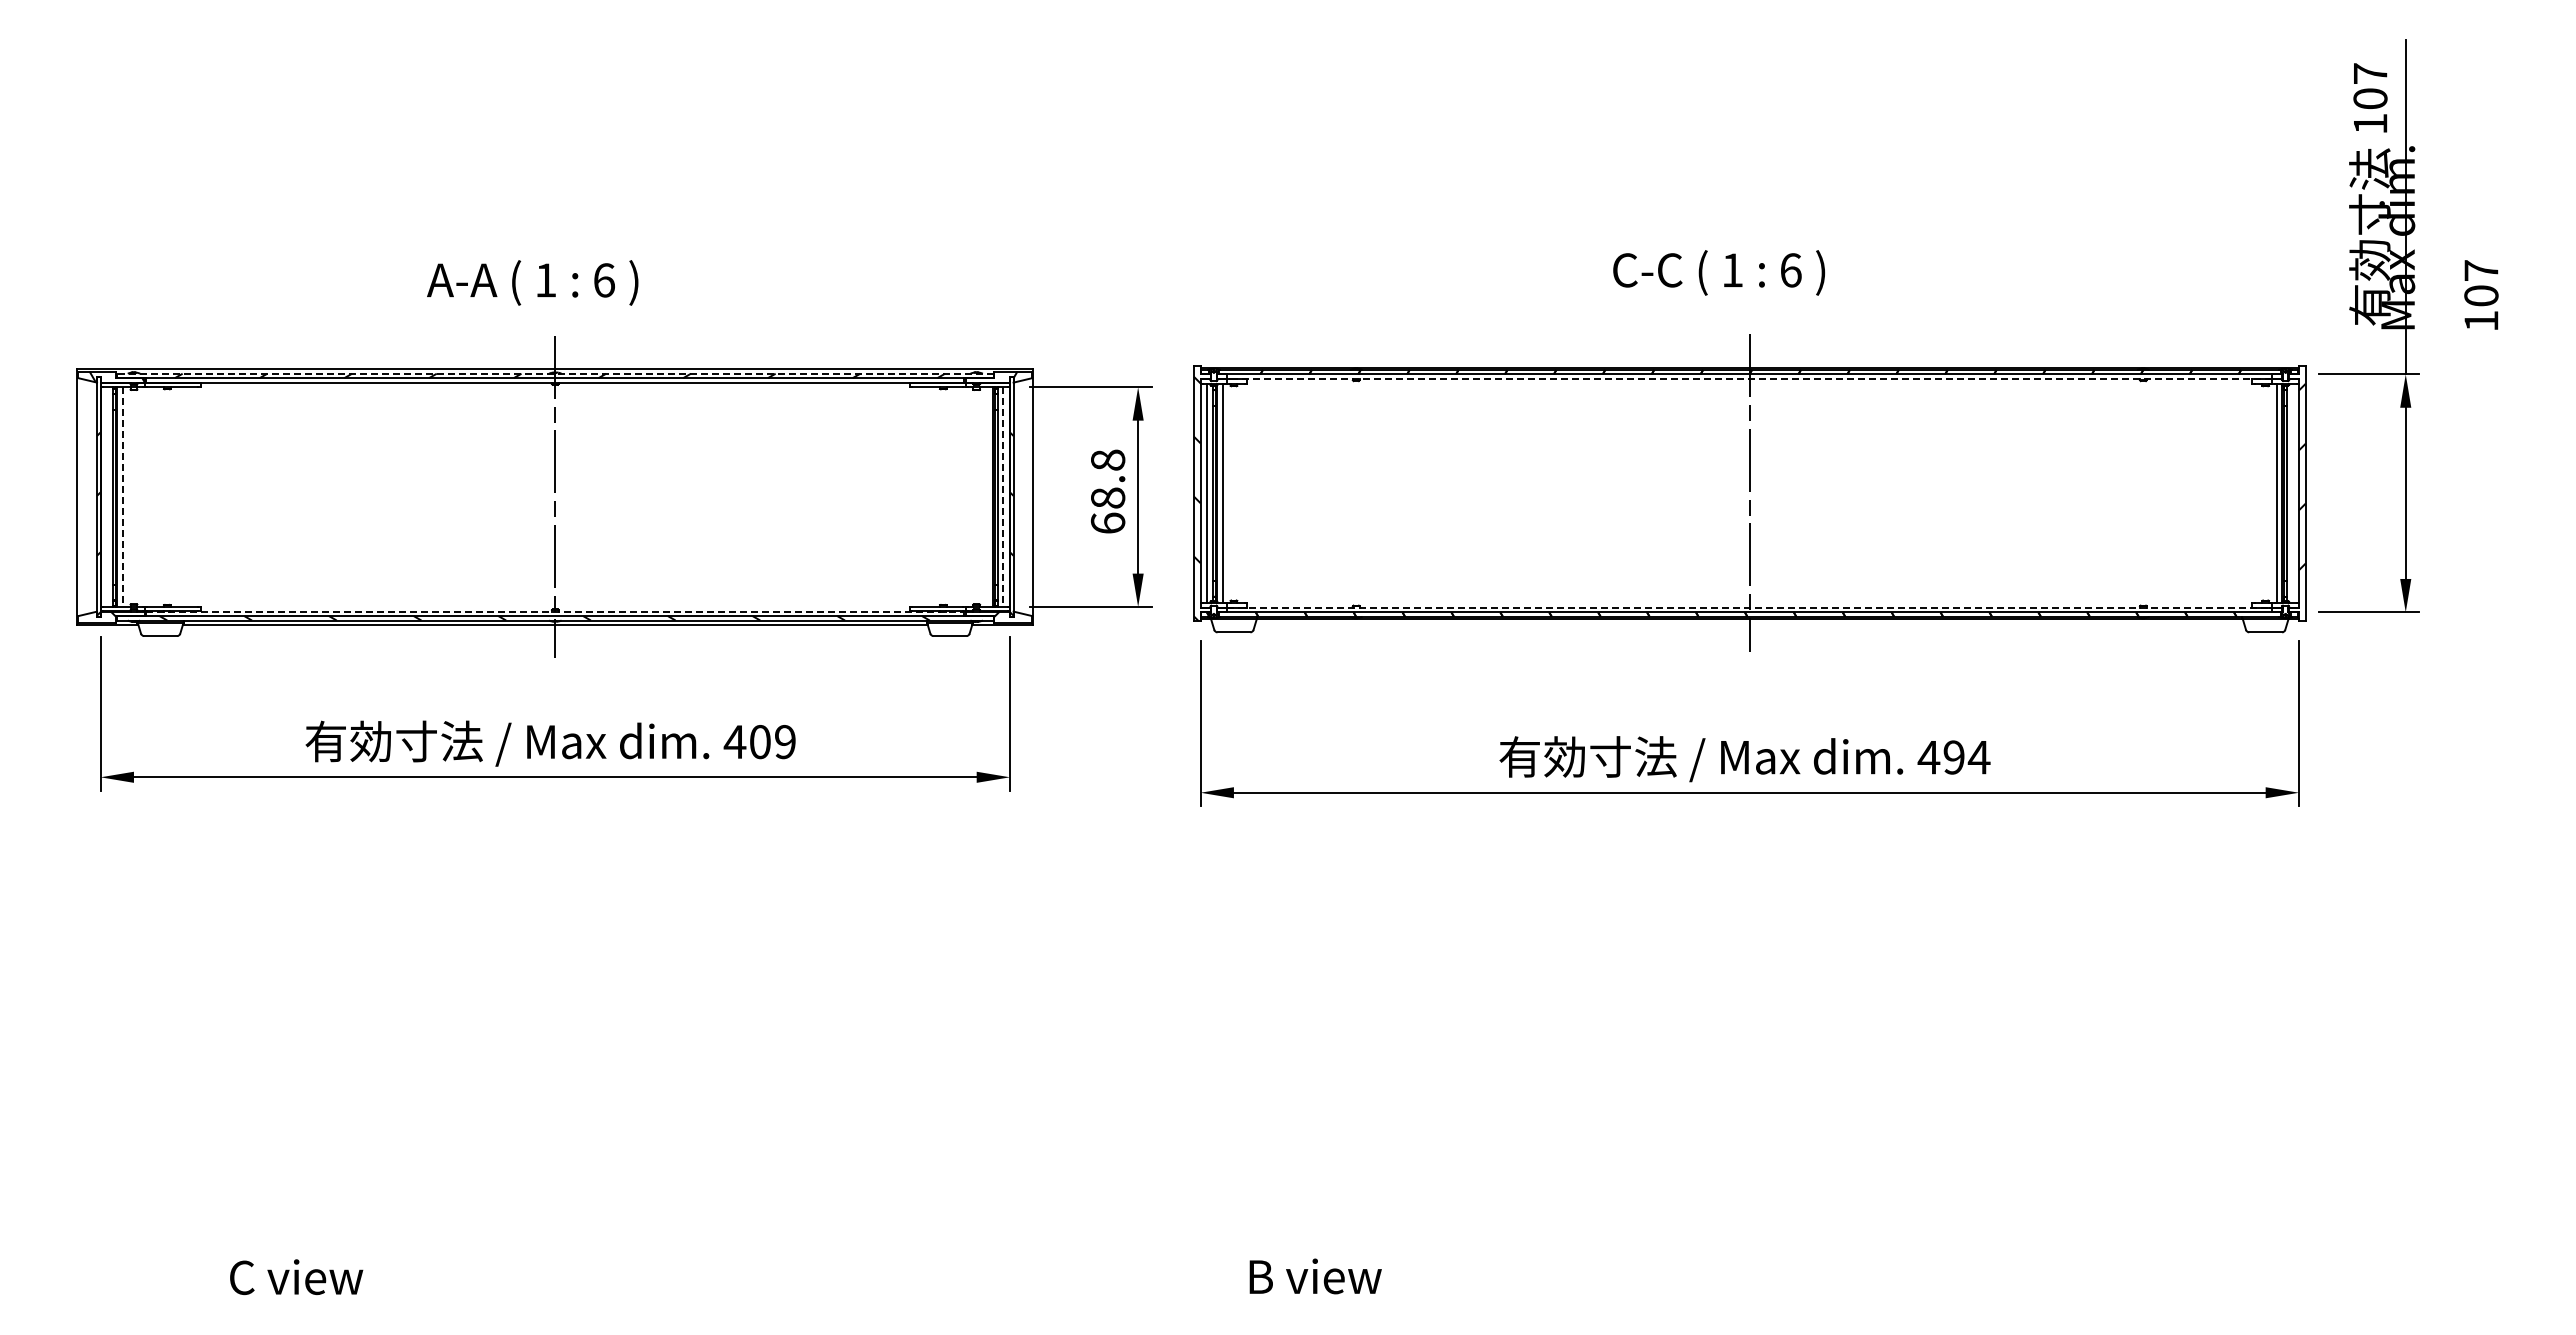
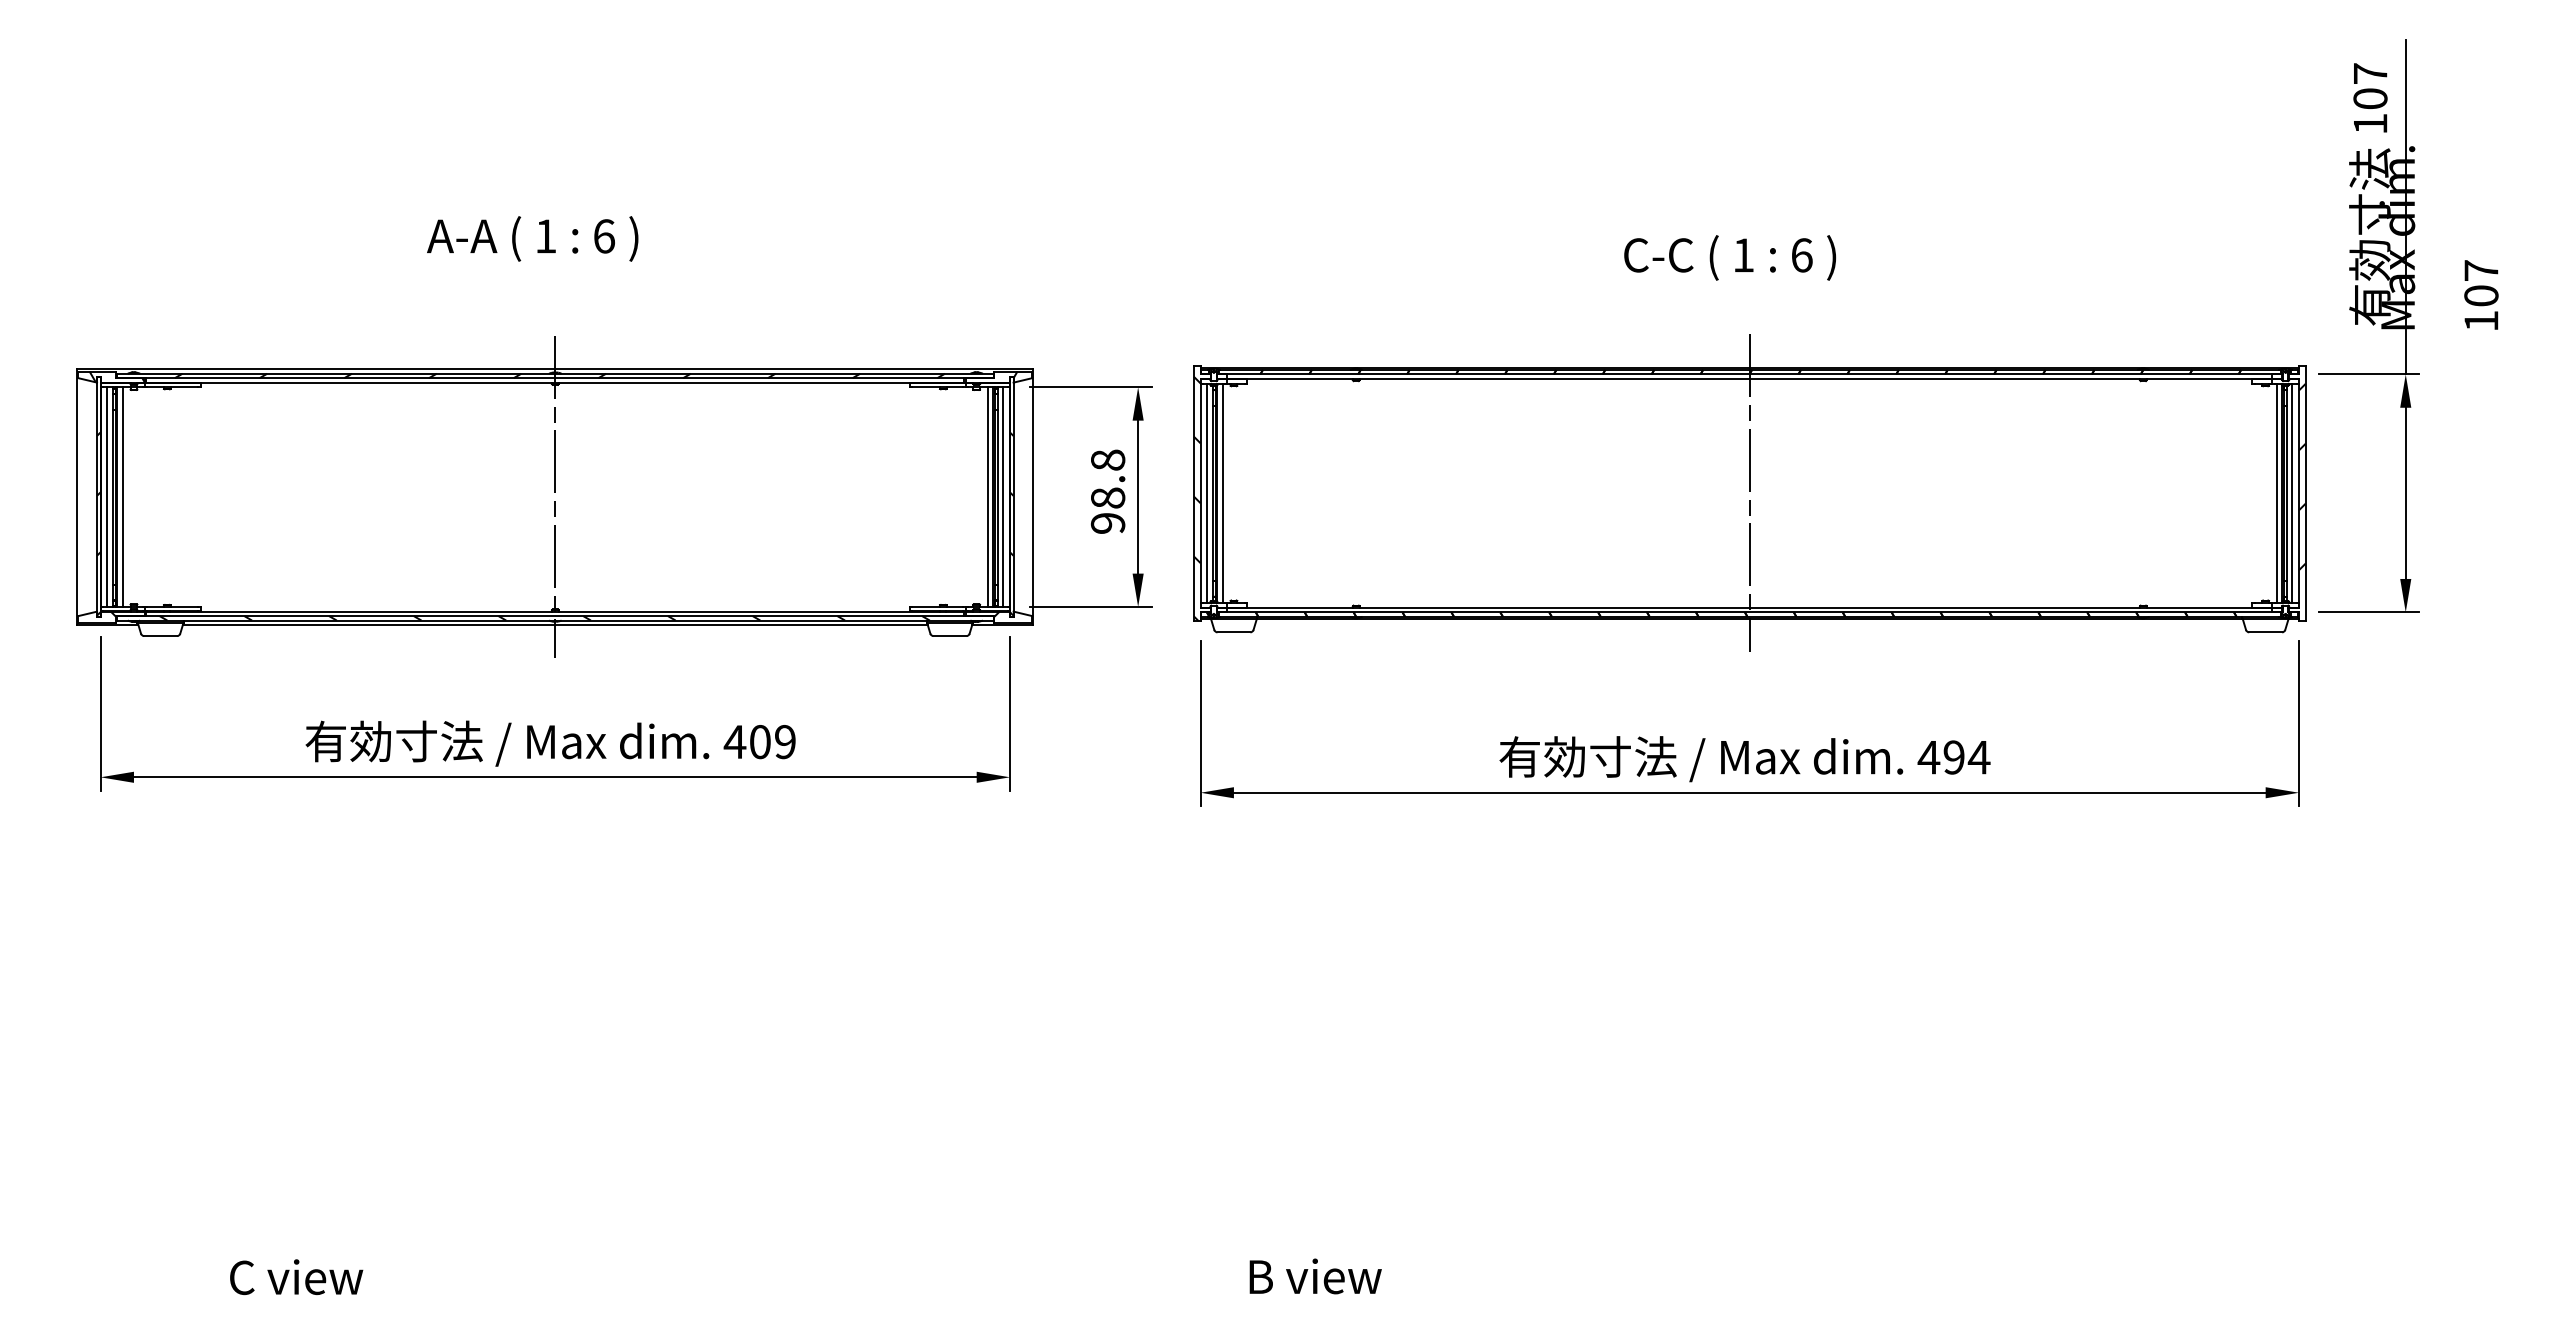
text at (1718, 272) position: (1718, 272) -> (1729, 257)
text at (532, 282) position: (532, 282) -> (532, 238)
line at (555, 373): dashed -> solid
line at (1749, 378): dashed -> solid
line at (2292, 493): none -> present
line at (107, 496): none -> present
line at (987, 496): none -> present
line at (122, 497): dashed -> solid
line at (1003, 497): dashed -> solid
text at (1107, 522): 68.8 -> 98.8
line at (1749, 607): dashed -> solid
line at (555, 611): dashed -> solid
